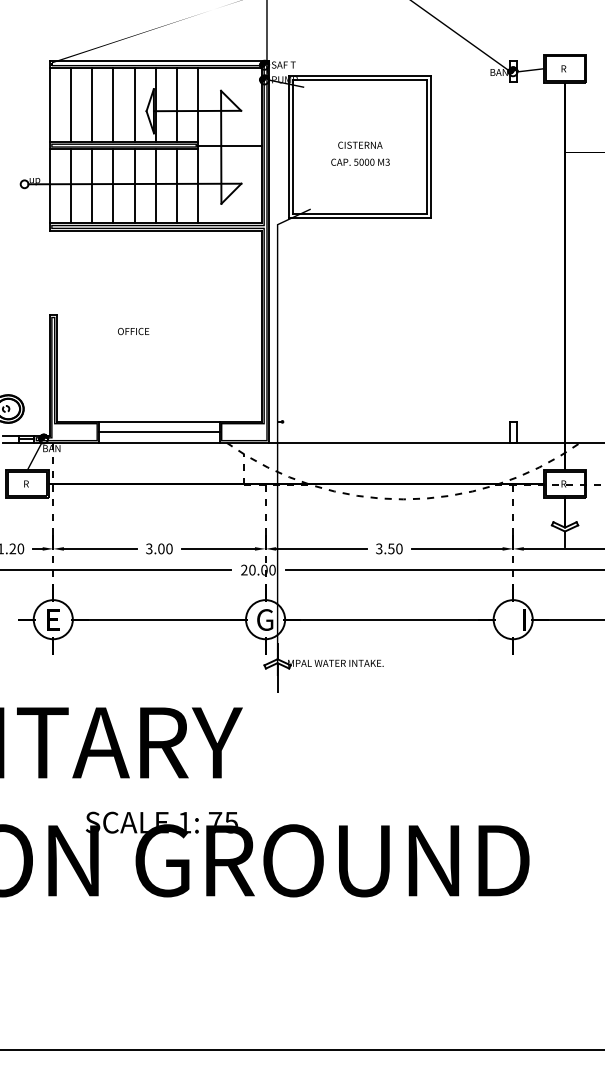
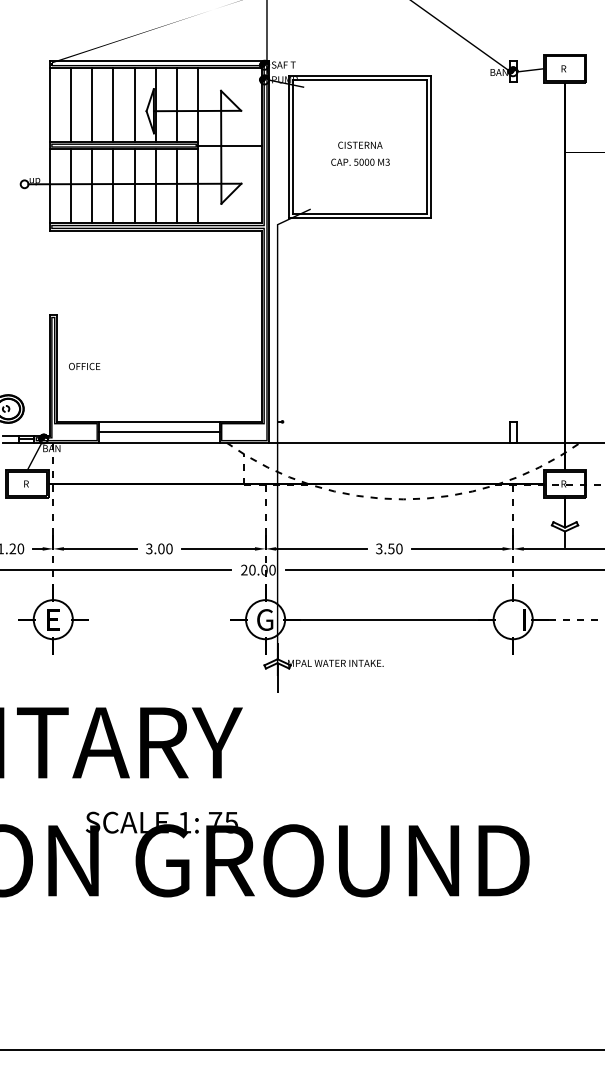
text at (133, 331) position: (133, 331) -> (84, 366)
line at (159, 619): present -> none
line at (576, 619): solid -> dashed
